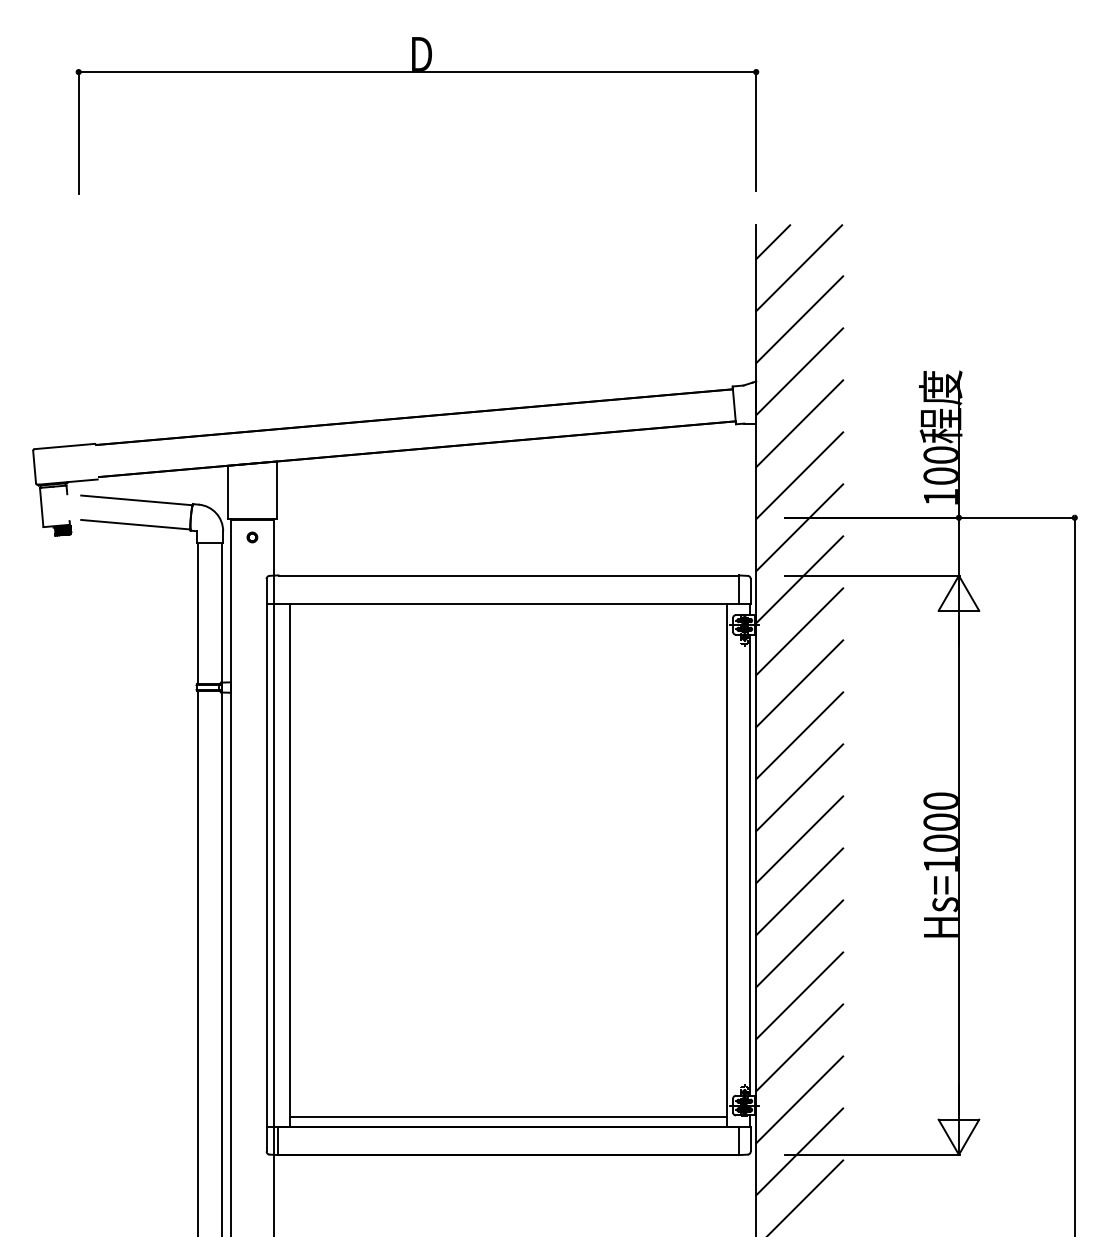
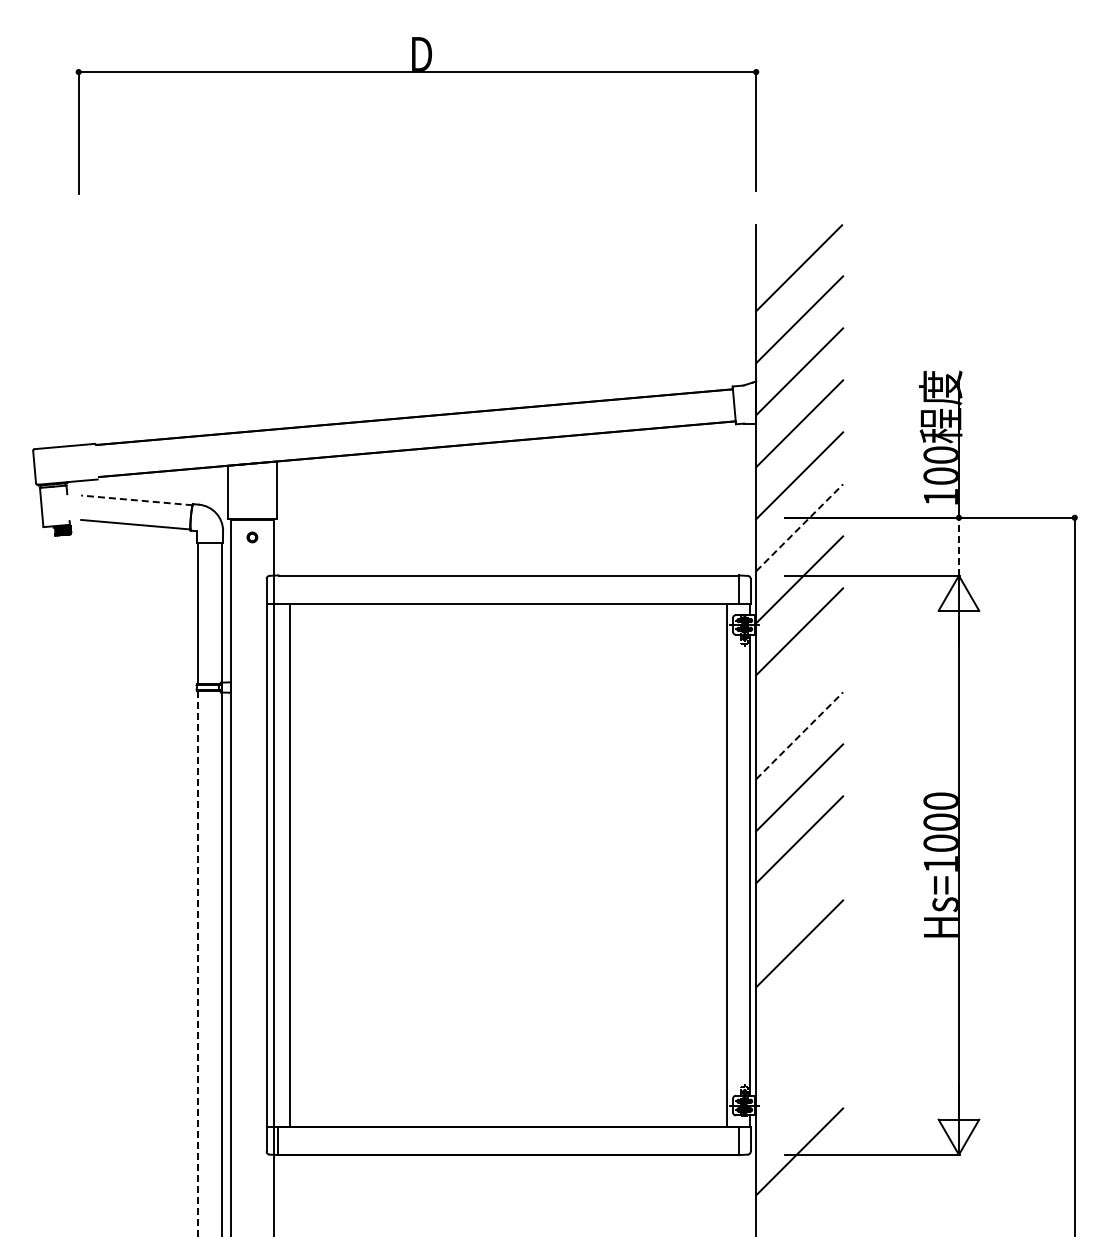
line at (773, 242): present -> none
line at (136, 500): solid -> dashed
line at (800, 527): solid -> dashed
line at (958, 546): solid -> dashed
line at (799, 683): present -> none
line at (800, 735): solid -> dashed
line at (799, 891): present -> none
line at (197, 963): solid -> dashed
line at (799, 995): present -> none
line at (799, 1047): present -> none
line at (799, 1099): present -> none
line at (508, 1117): present -> none
line at (806, 1196): present -> none
